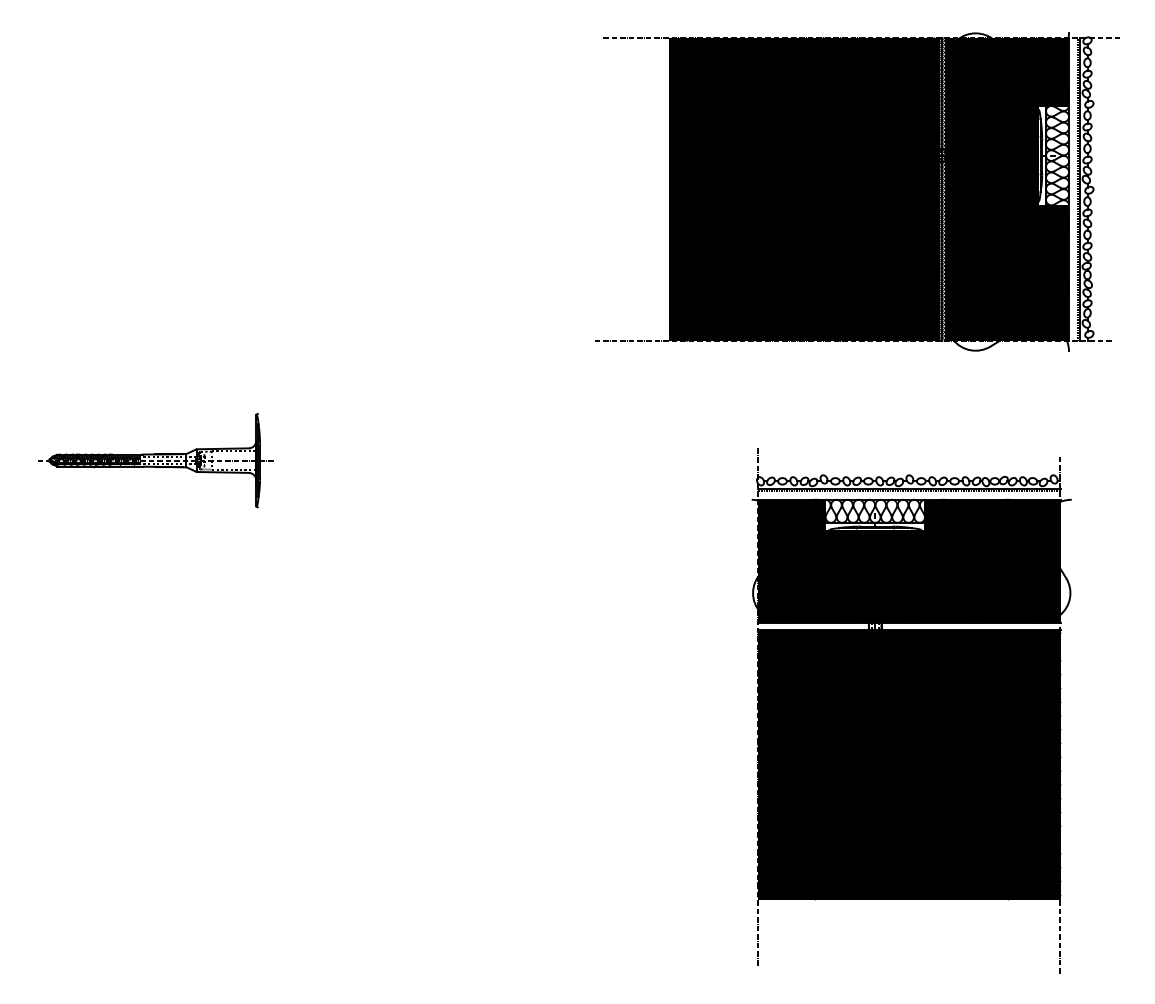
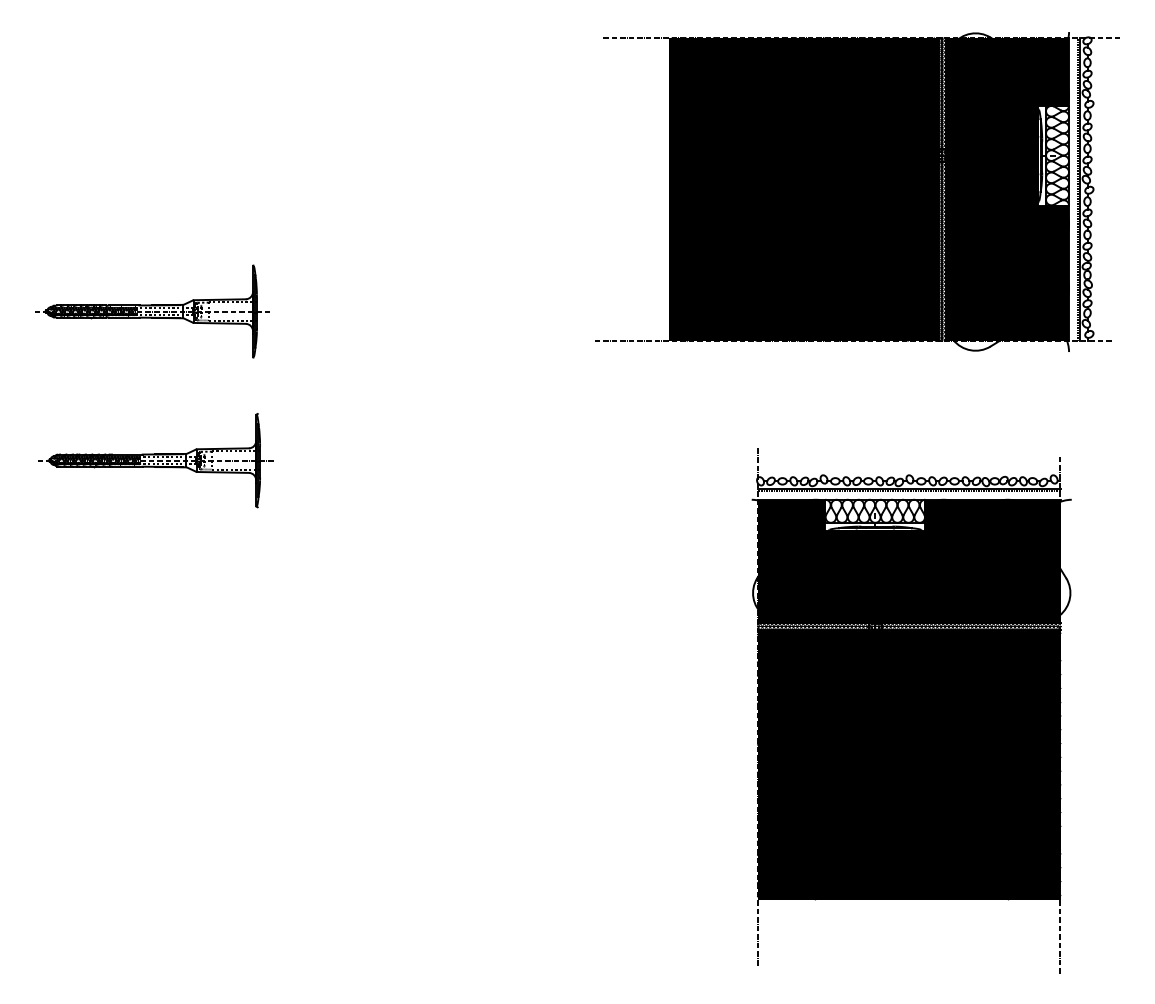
part at (152, 311): none -> present
hatch at (909, 626): none -> present
